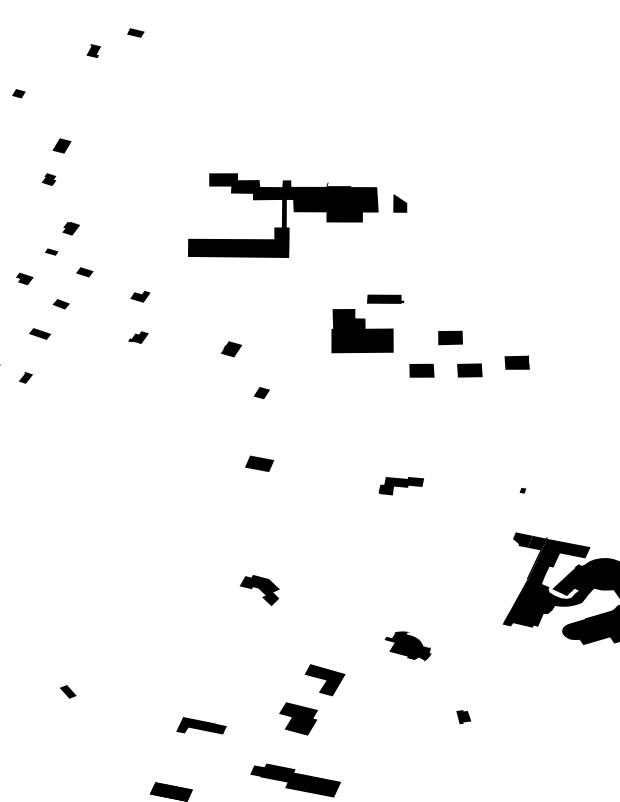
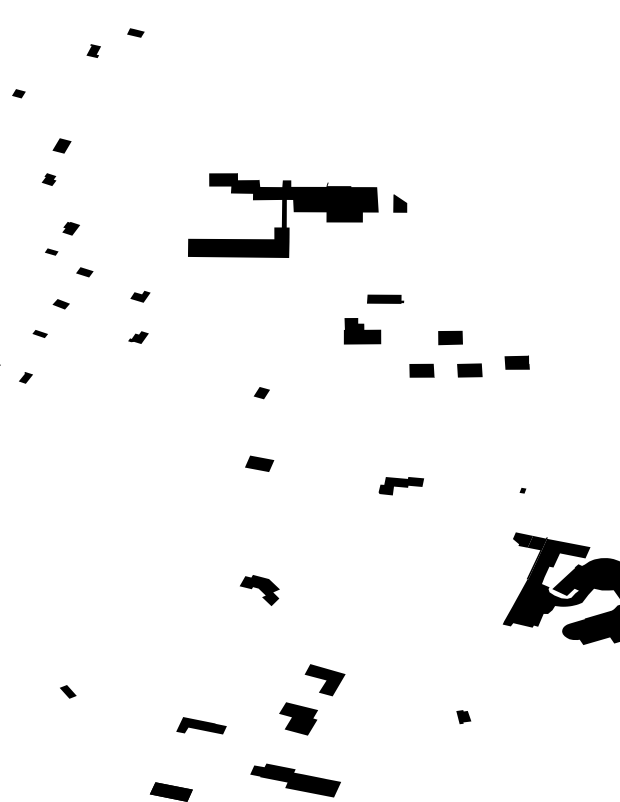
fill at (24, 278): present -> none
part at (362, 331) size: 63x45 px -> 39x27 px
part at (40, 333) size: 23x12 px -> 16x8 px
part at (231, 349): present -> none
fill at (407, 646): present -> none
